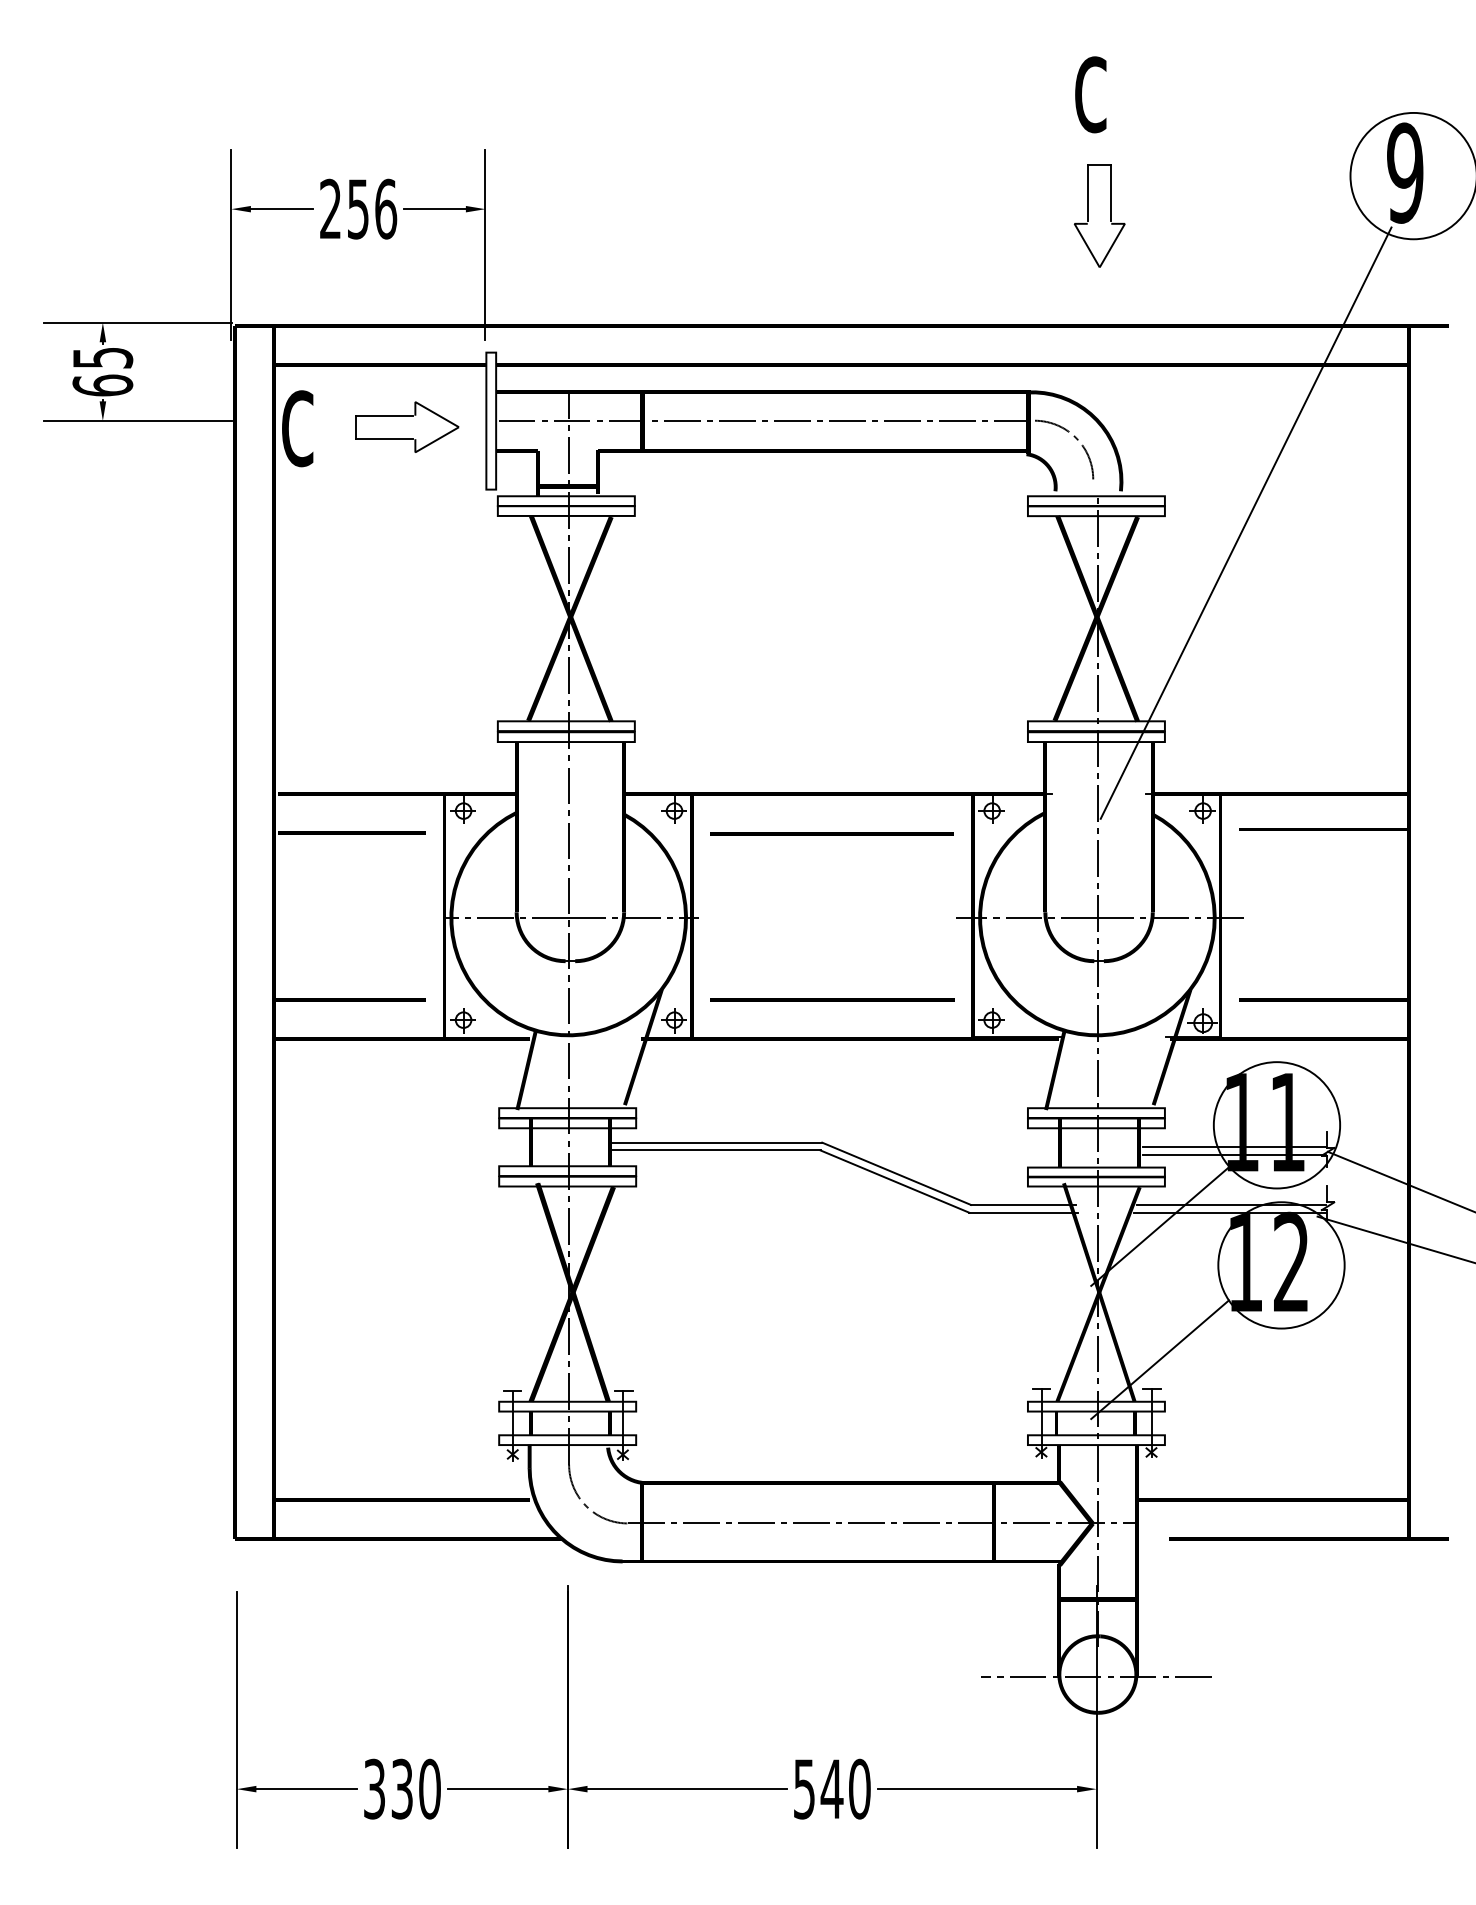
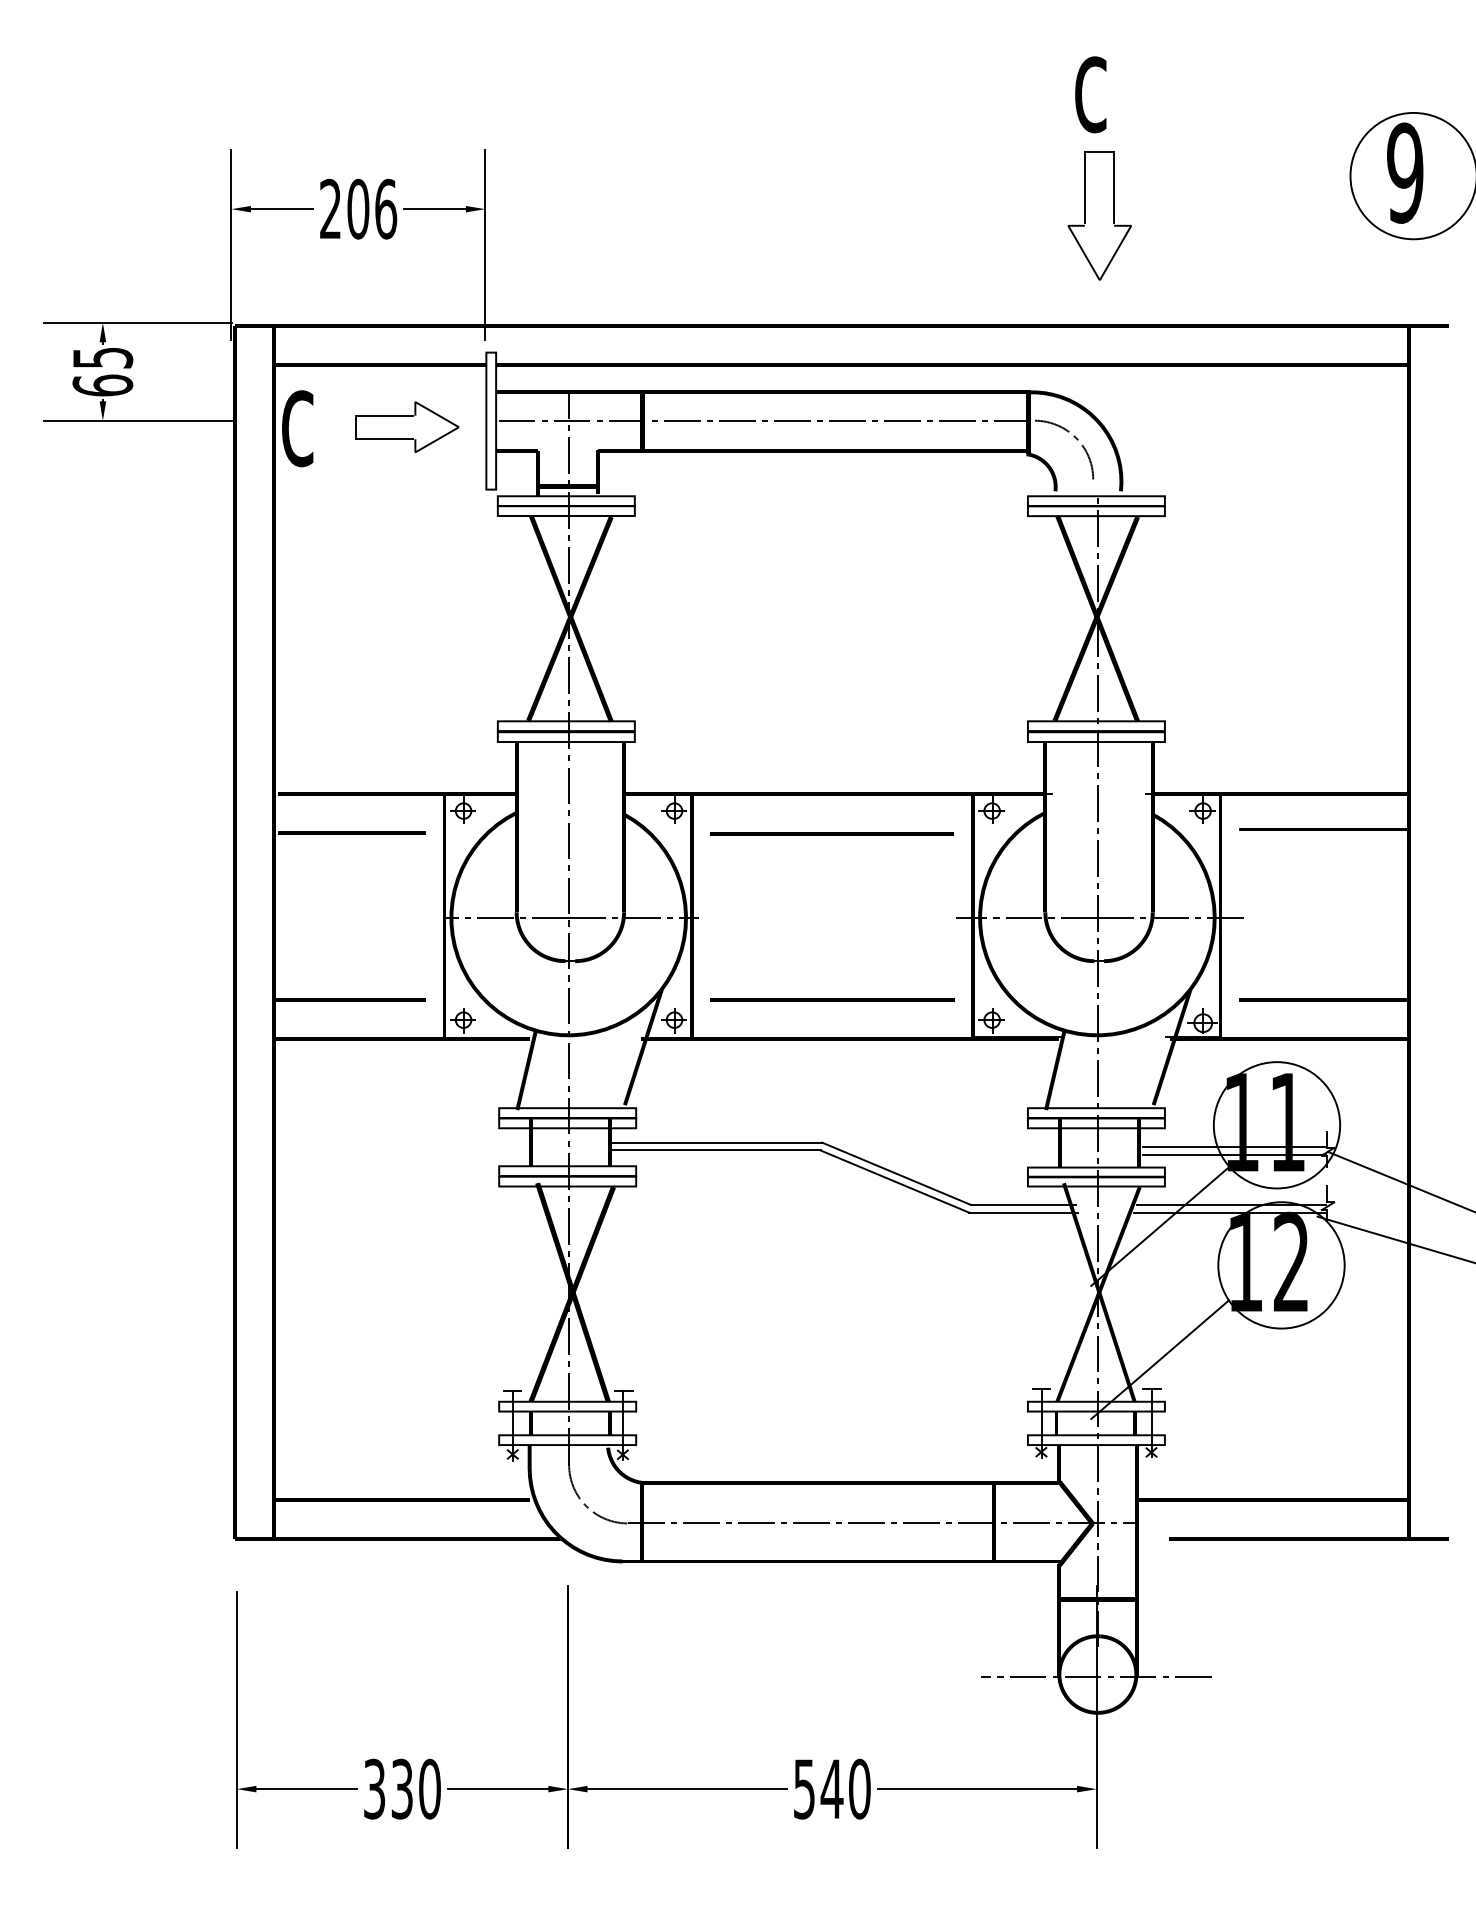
text at (358, 208): 256 -> 206
part at (1099, 215) size: 53x104 px -> 65x130 px
line at (1245, 522): present -> none
